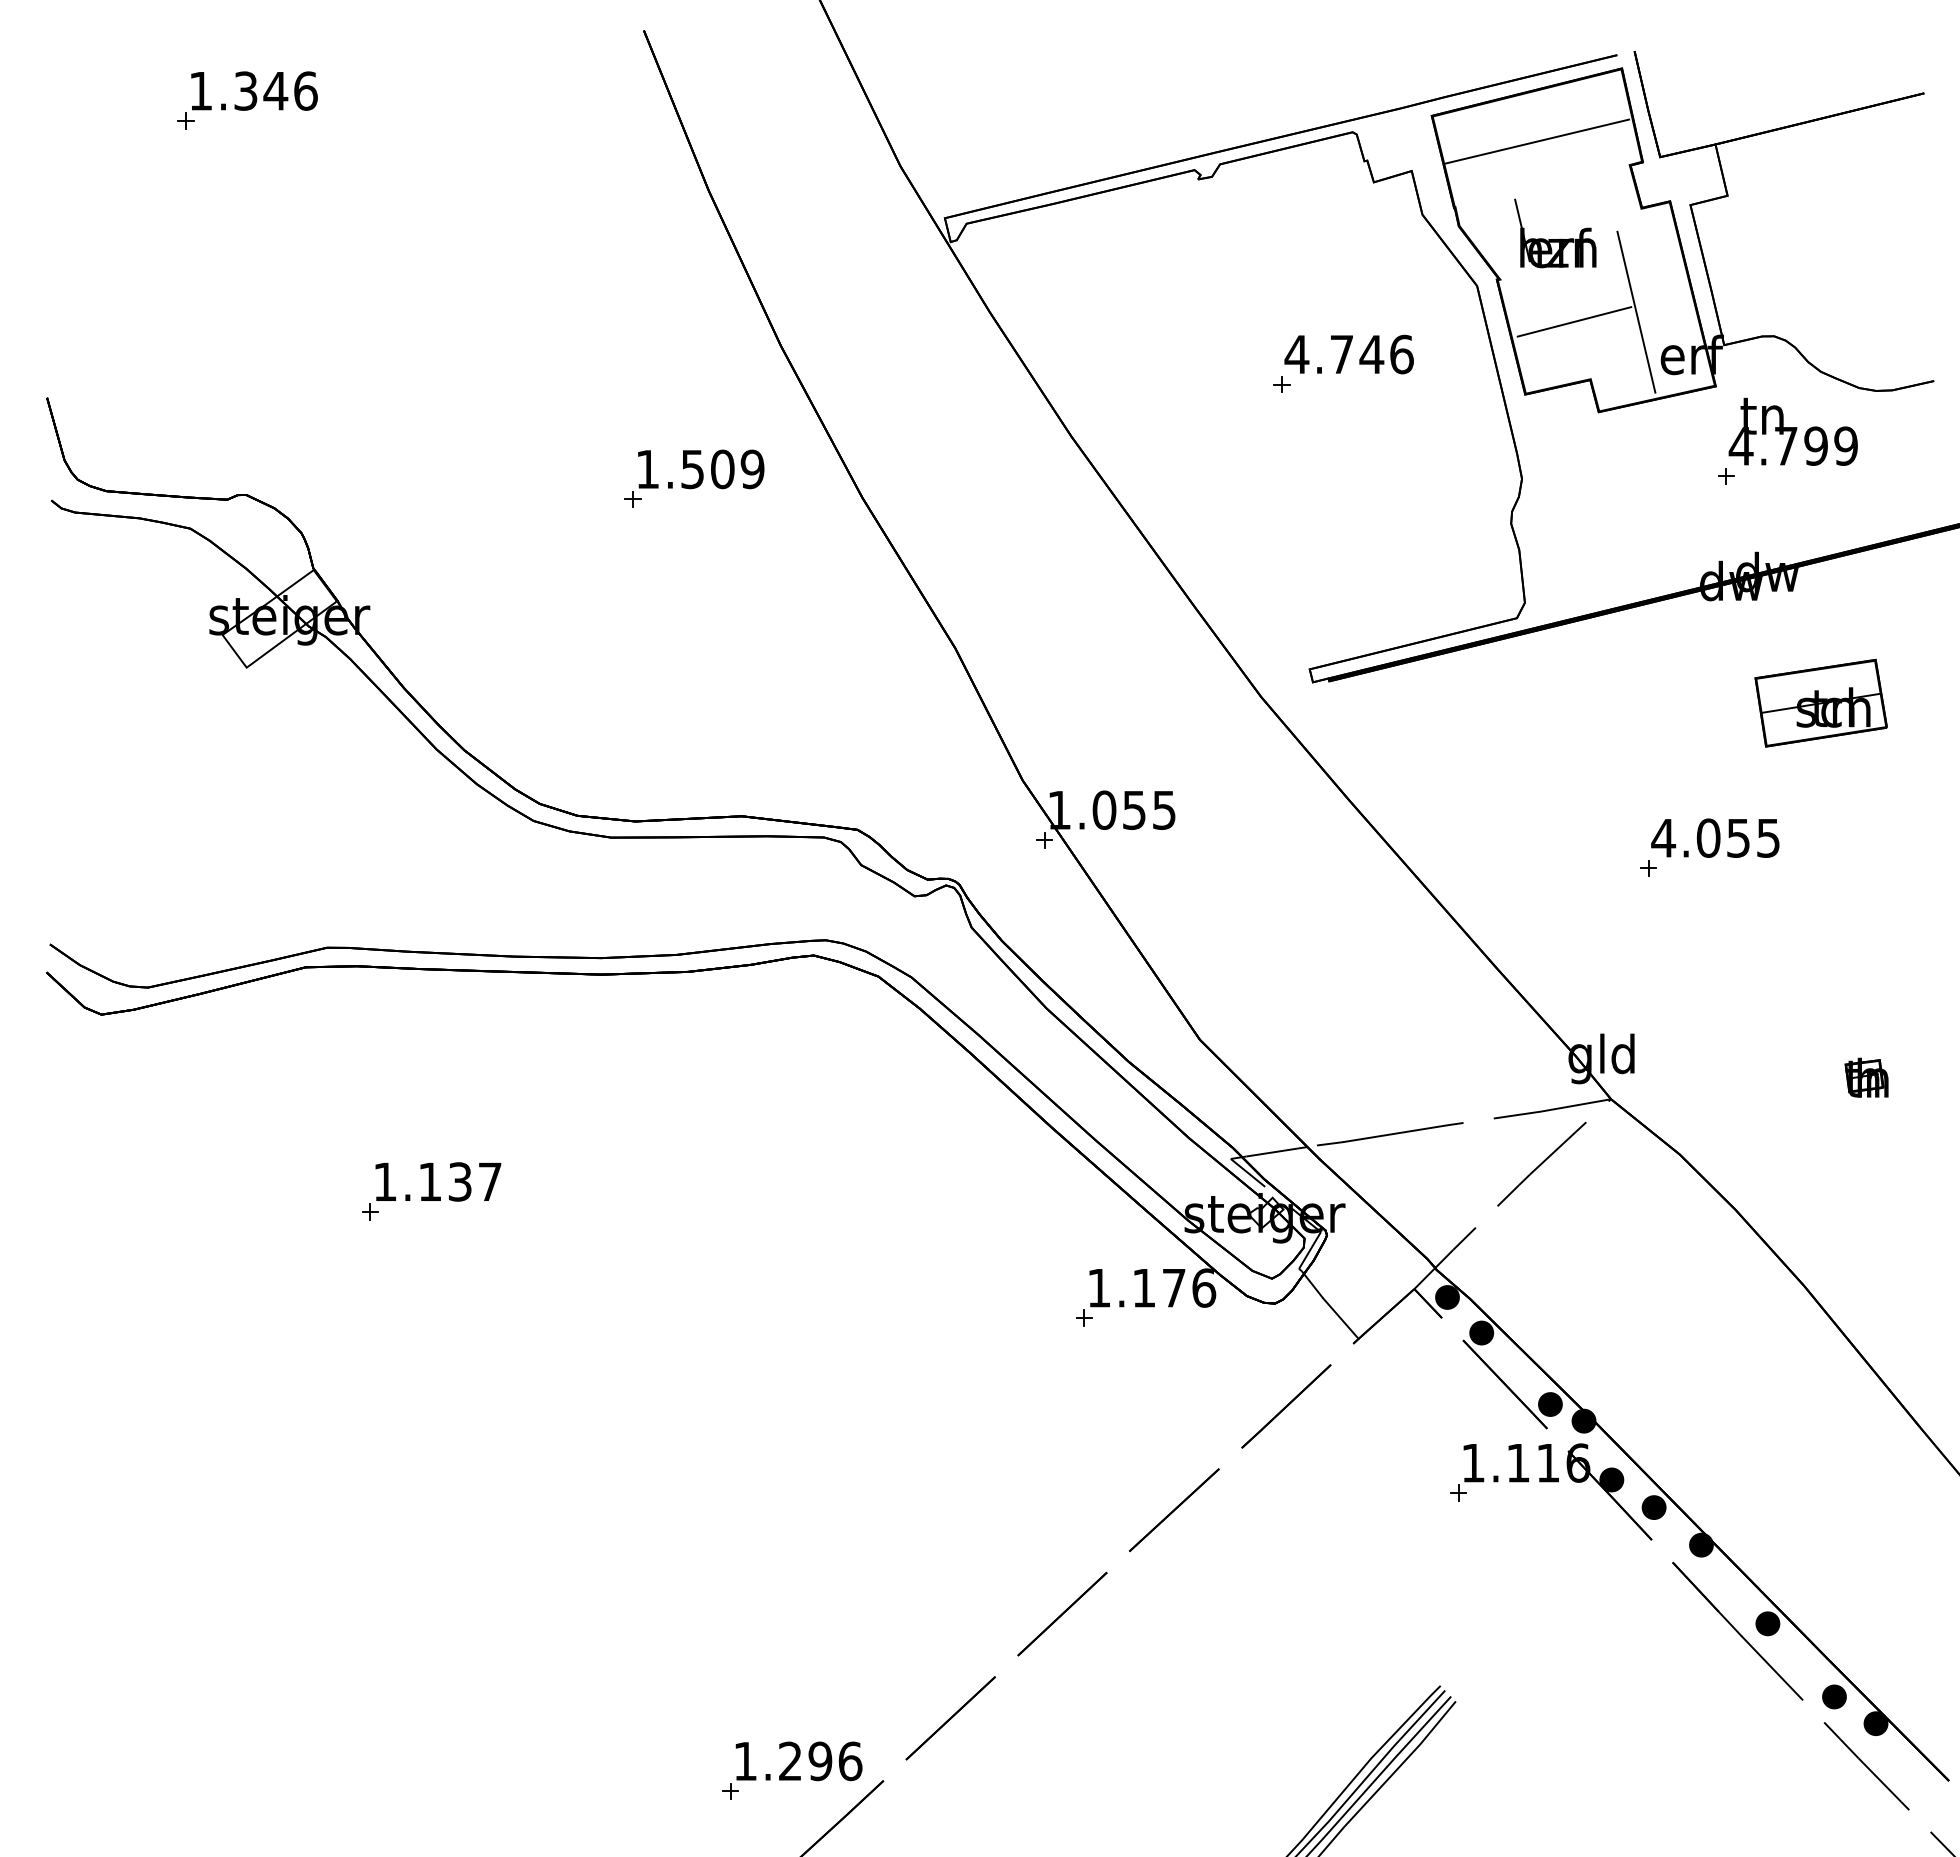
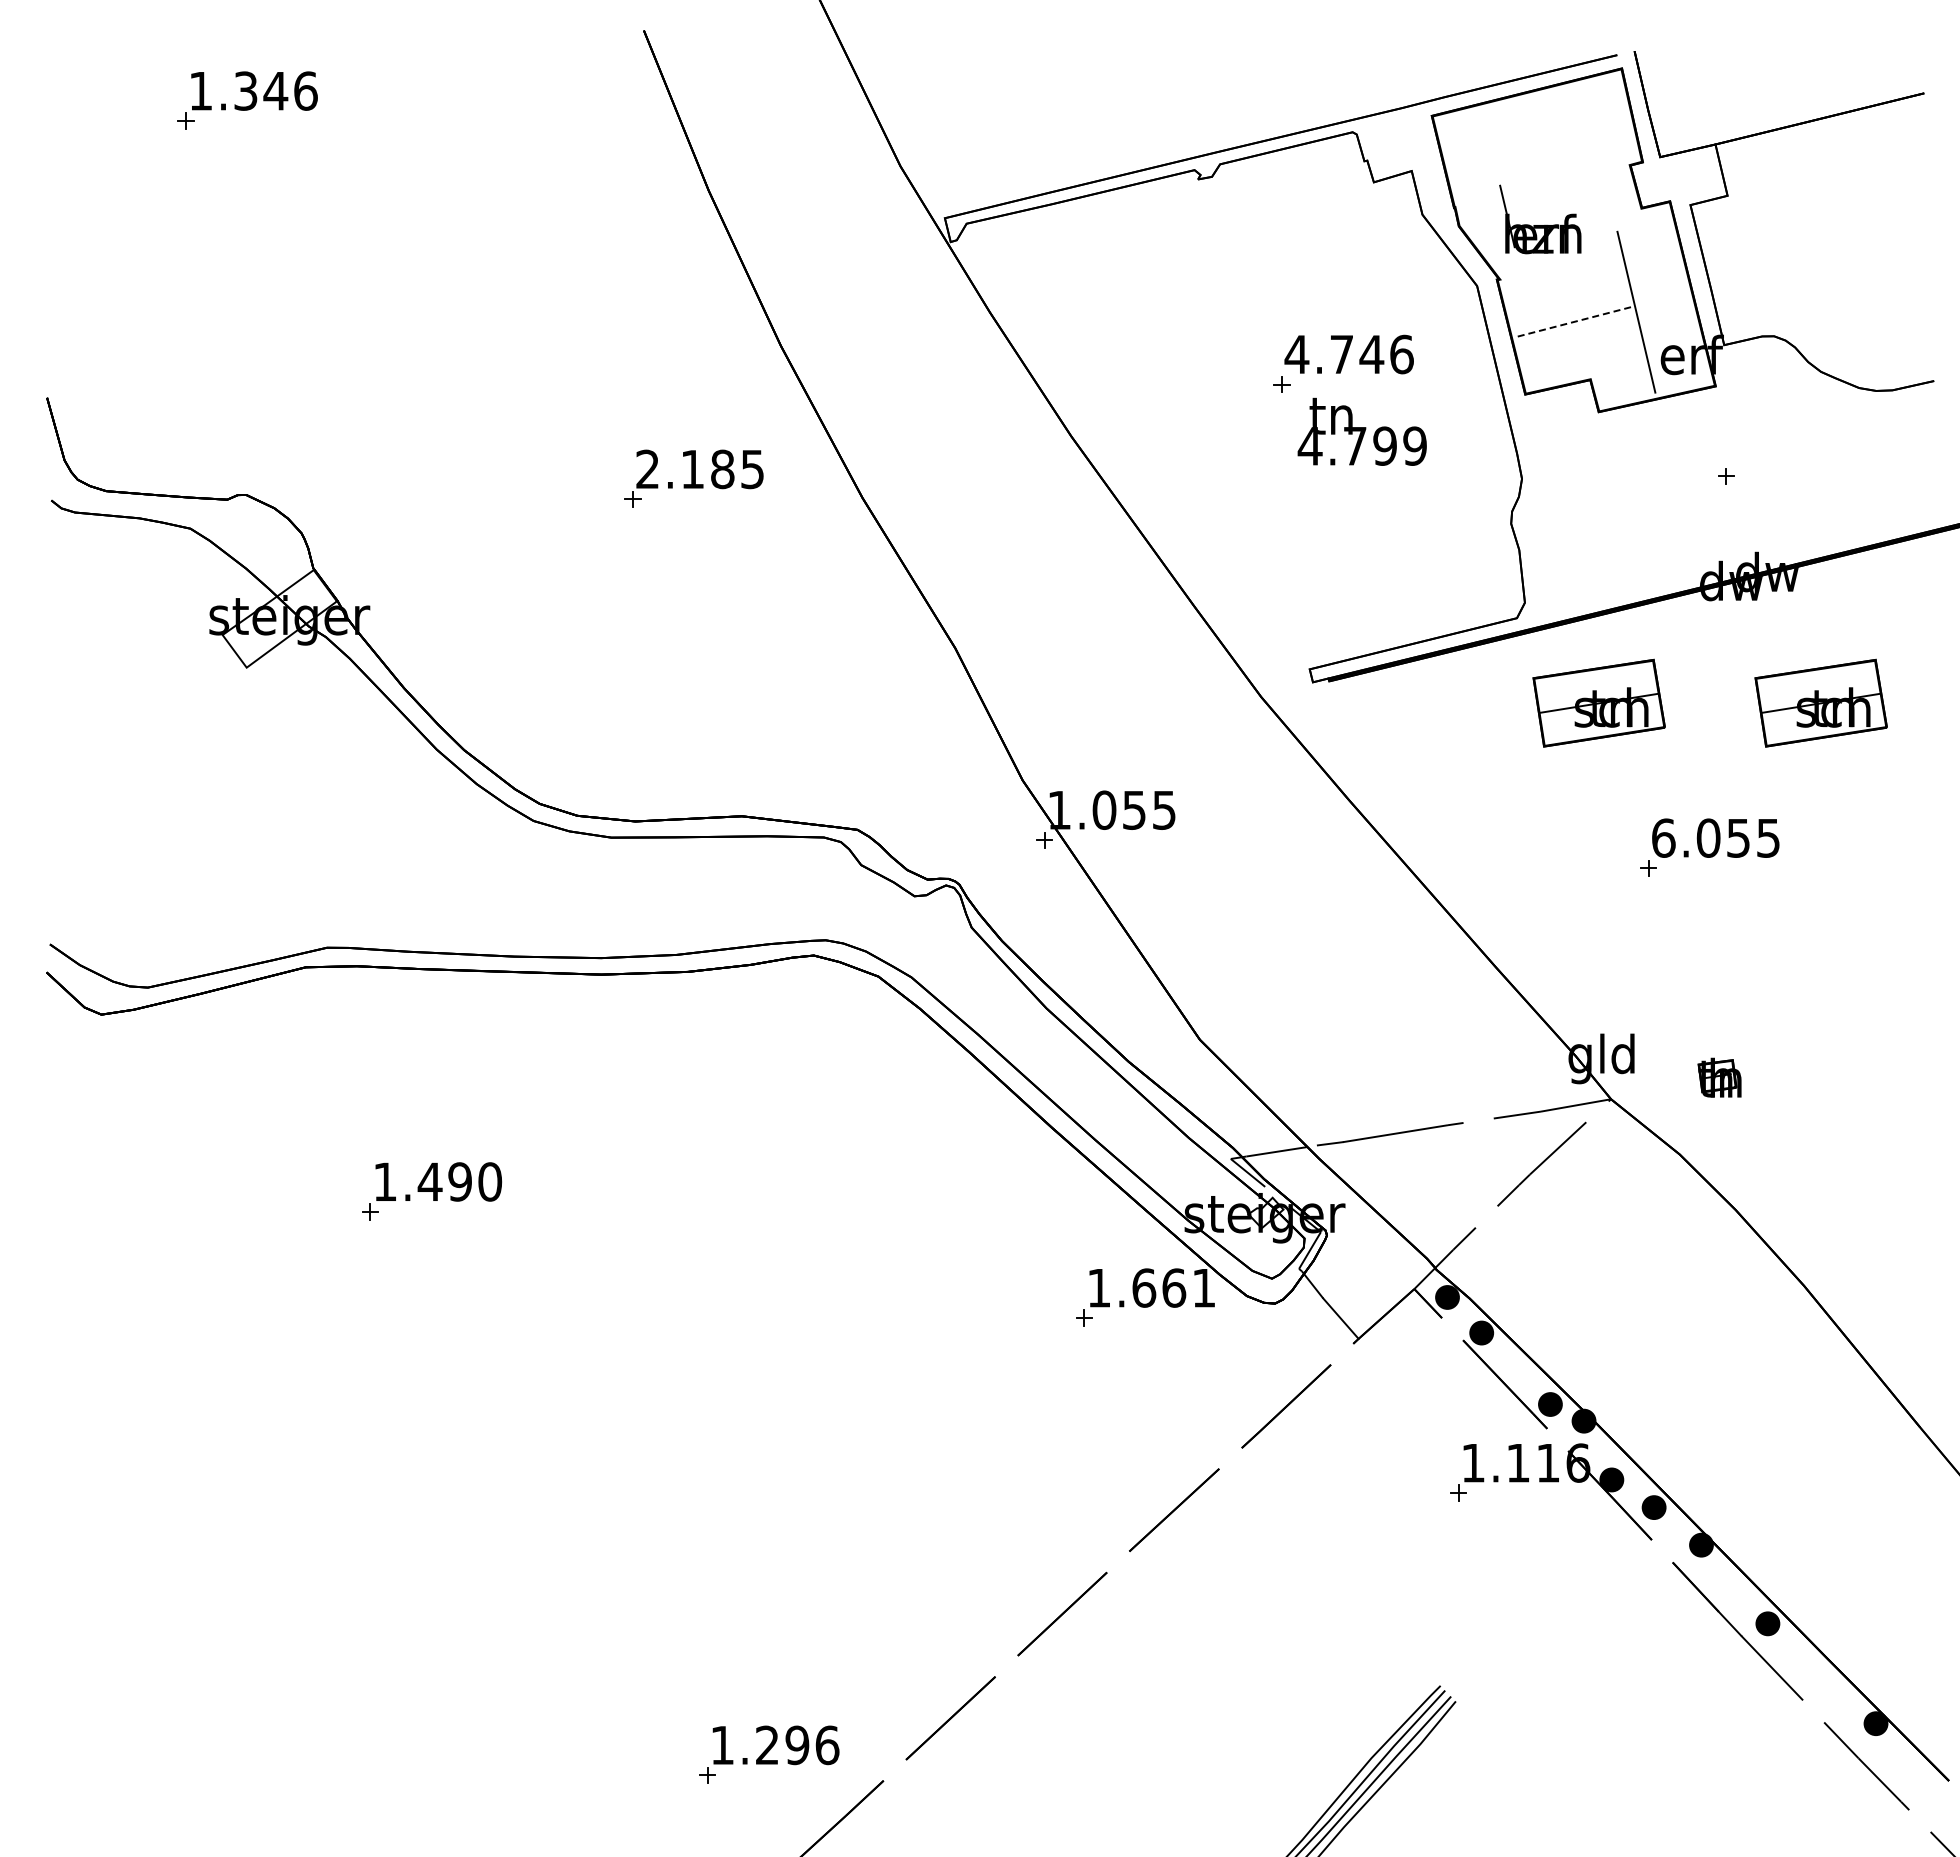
line at (1536, 141): present -> none
part at (1555, 233) position: (1555, 233) -> (1540, 219)
line at (1574, 321): solid -> dashed
text at (1792, 431) position: (1792, 431) -> (1361, 431)
text at (700, 469): 1.509 -> 2.185
part at (1598, 702): none -> present
text at (1663, 837): 4.055 -> 6.055
part at (1866, 1077) position: (1866, 1077) -> (1719, 1077)
text at (459, 1181): 1.137 -> 1.490
text at (1174, 1287): 1.176 -> 1.661
part at (1834, 1696): present -> none
part at (792, 1770) position: (792, 1770) -> (769, 1754)
